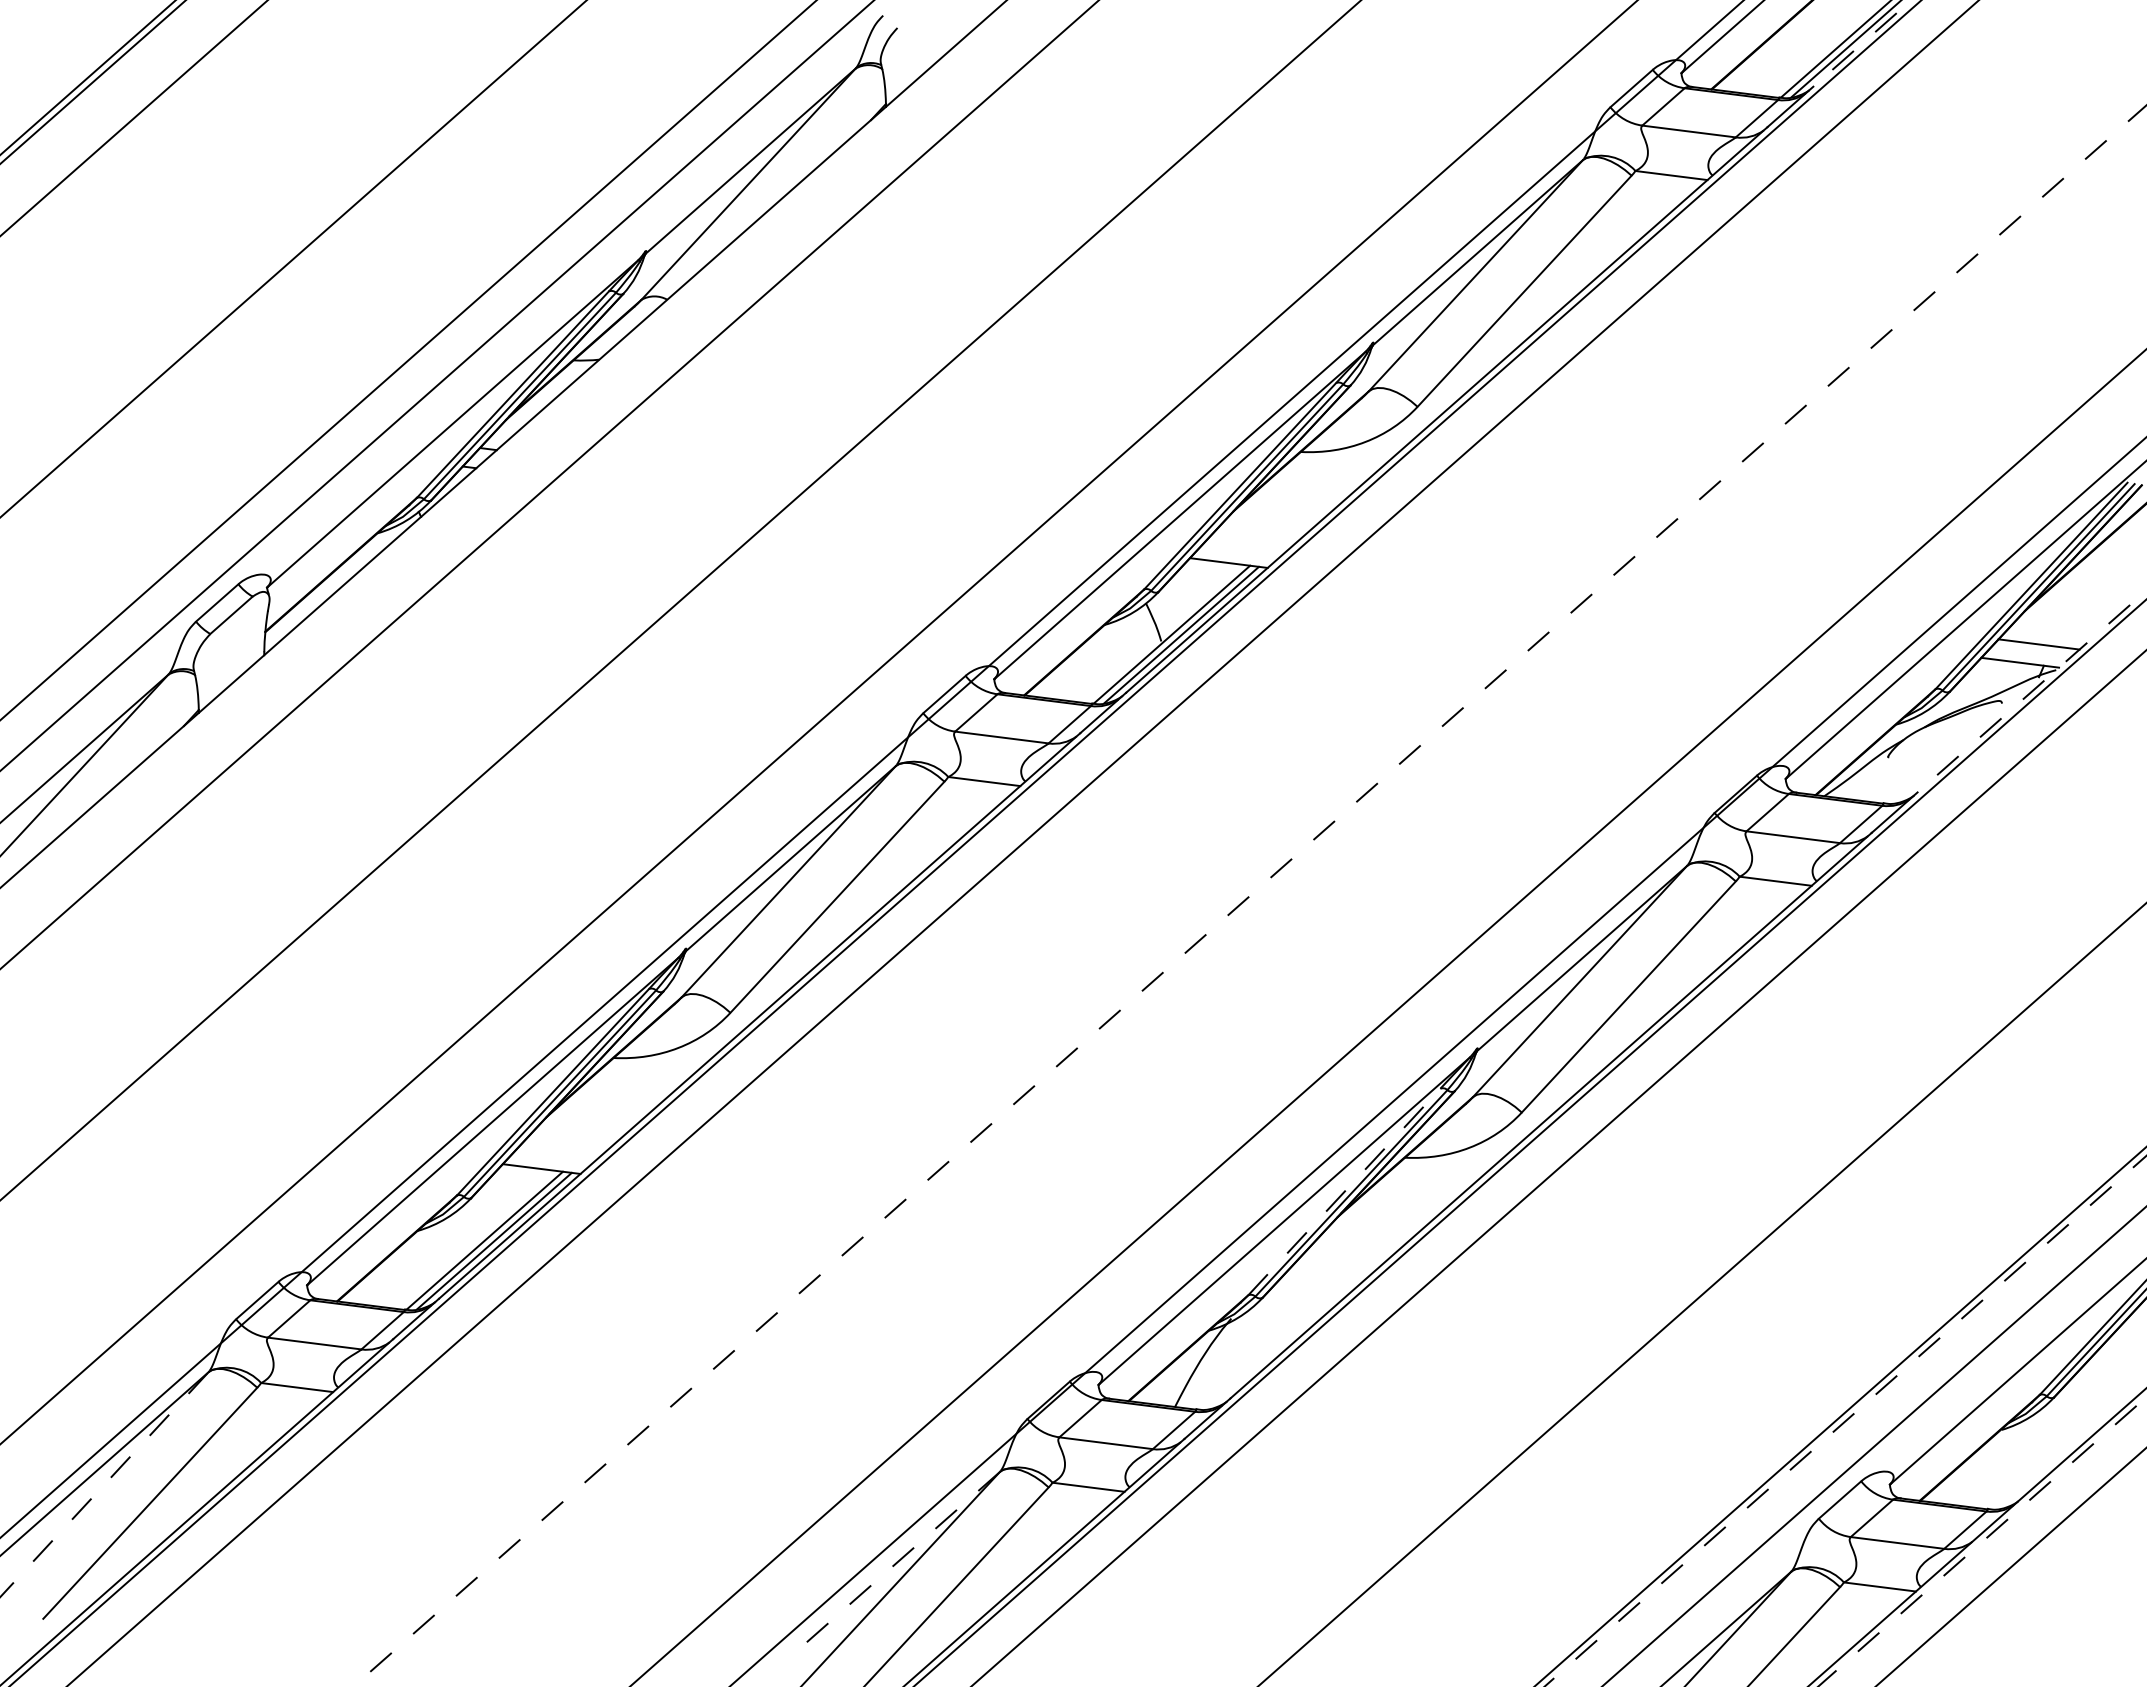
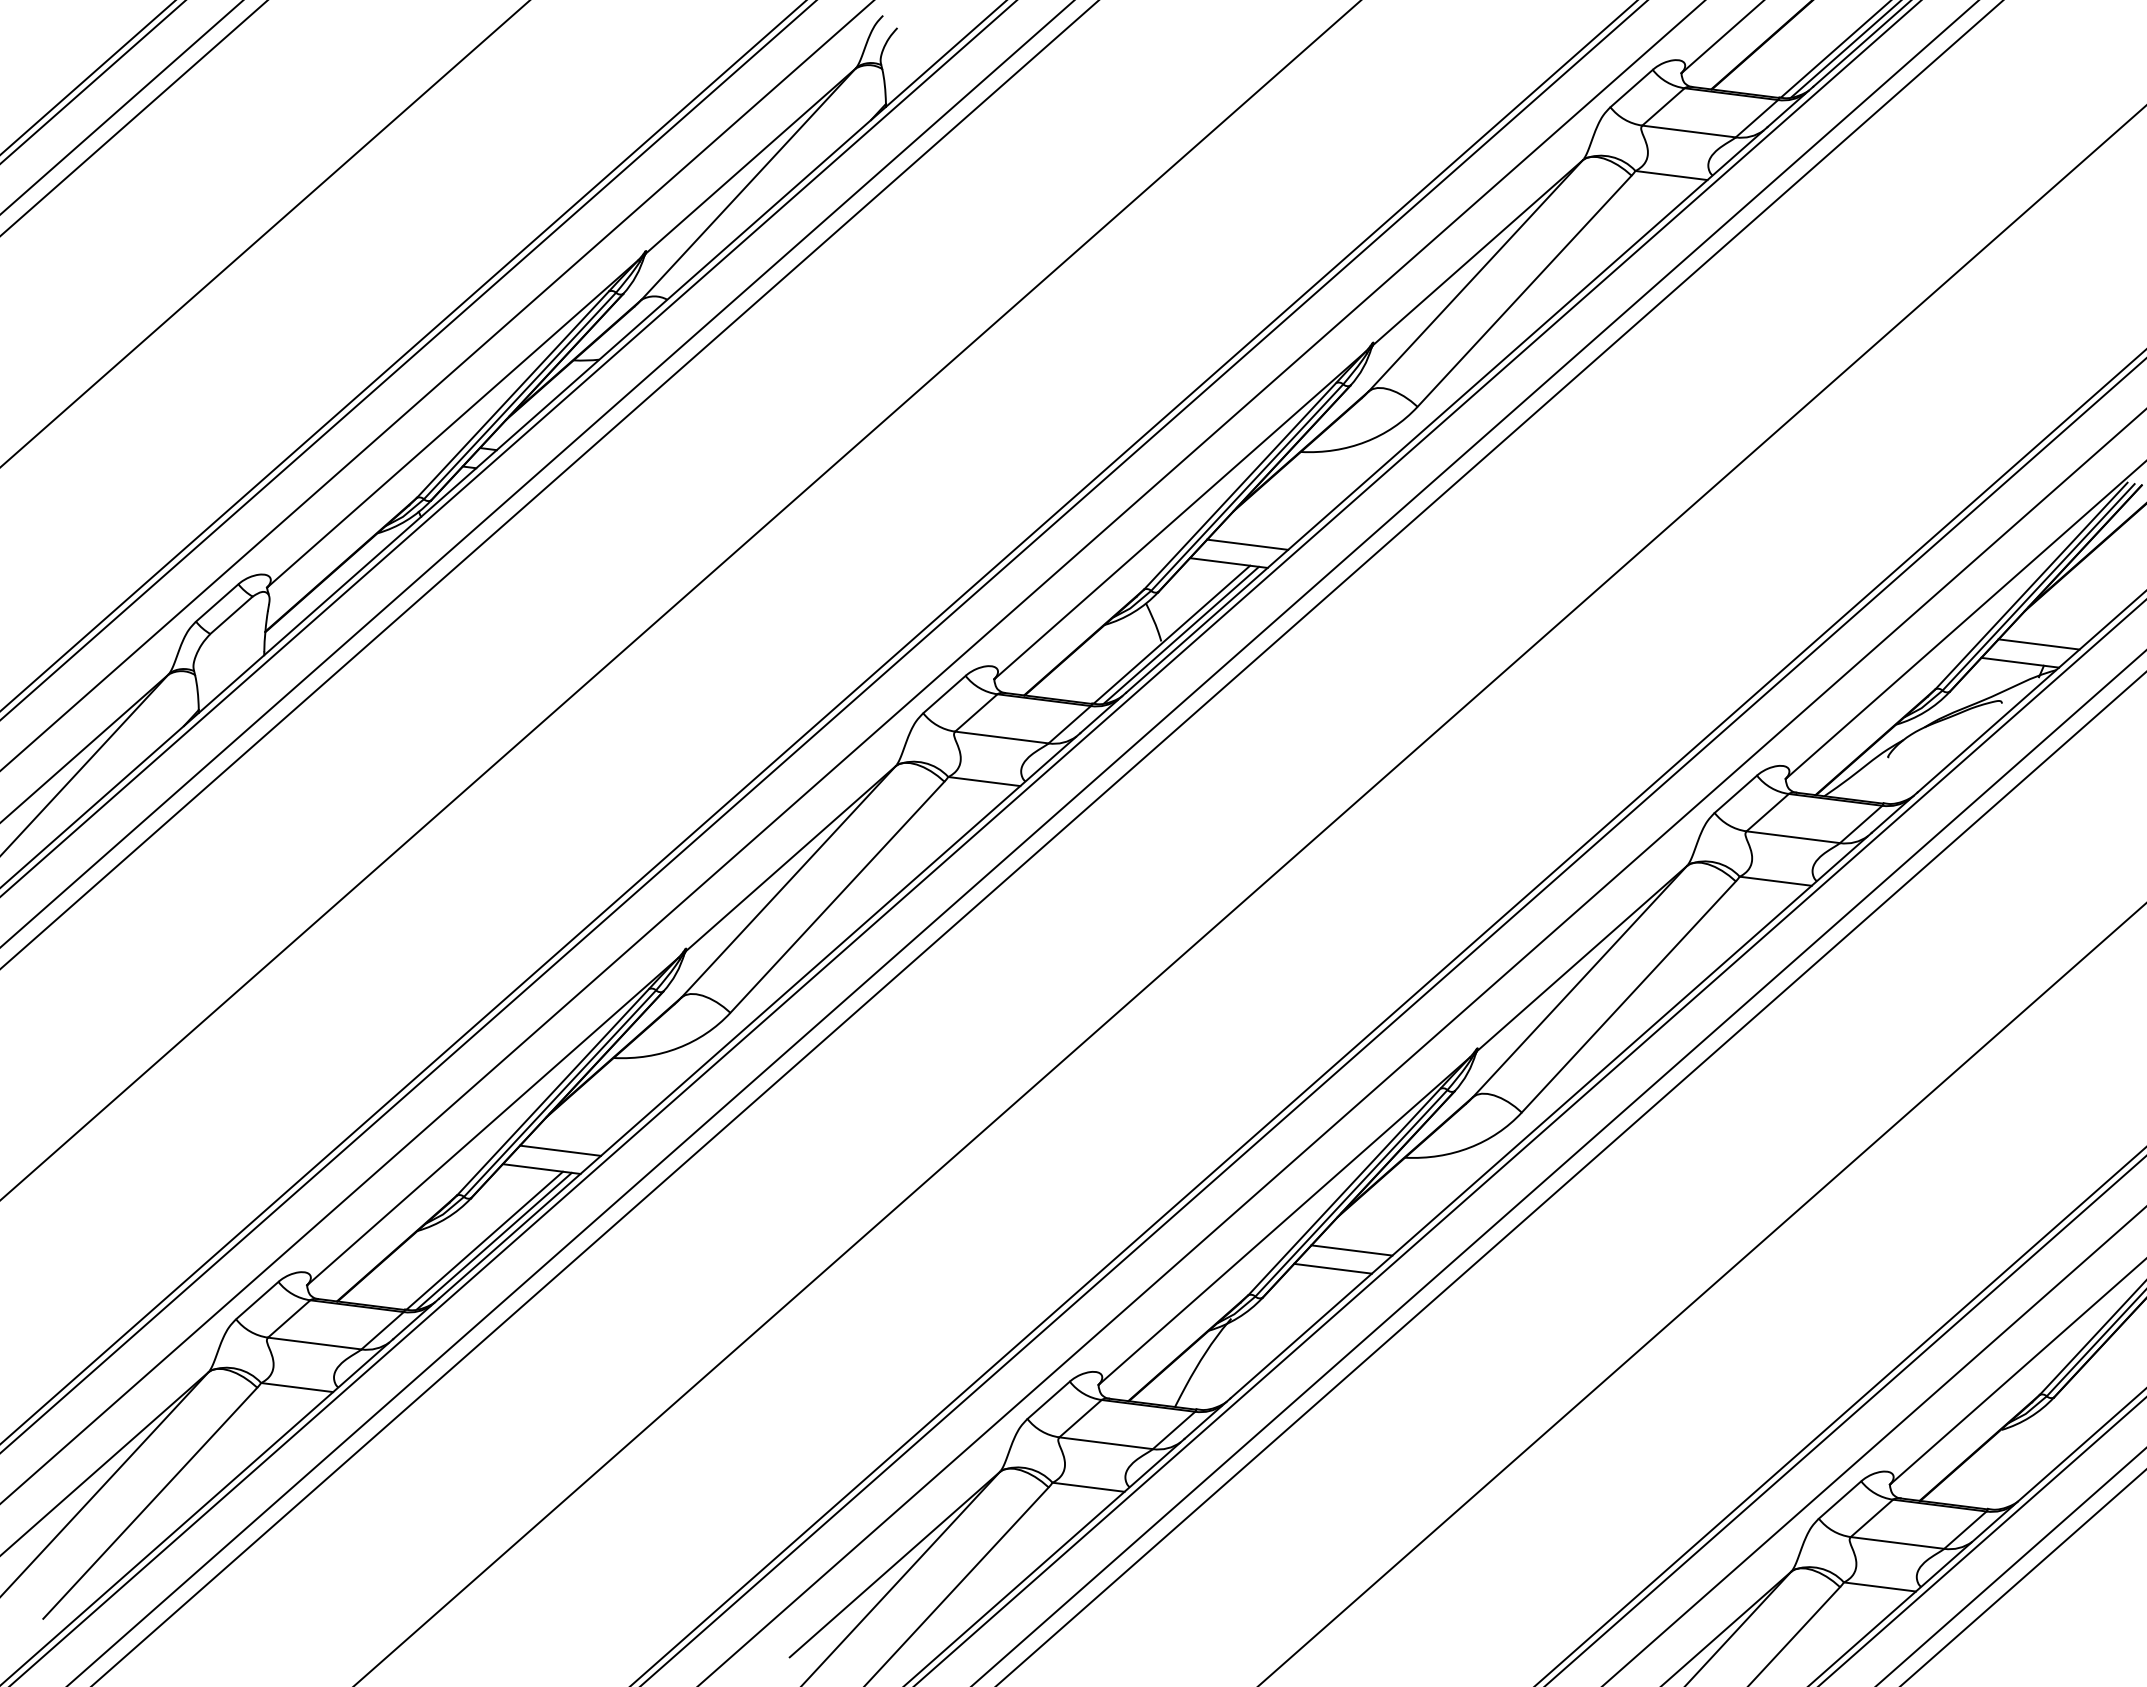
line at (1862, 43): dashed -> solid
line at (121, 107): none -> present
line at (293, 258) position: (293, 258) -> (264, 233)
line at (402, 355): none -> present
line at (508, 448): none -> present
line at (537, 473): none -> present
line at (1247, 544): none -> present
line at (2032, 691): dashed -> solid
line at (823, 726): none -> present
line at (871, 769) position: (871, 769) -> (852, 751)
line at (1047, 842): none -> present
line at (1250, 895): dashed -> solid
line at (1393, 1021): none -> present
line at (1437, 1061) position: (1437, 1061) -> (1421, 1047)
line at (560, 1150): none -> present
line at (1571, 1178): none -> present
line at (1344, 1191): dashed -> solid
line at (1351, 1250): none -> present
line at (1332, 1268): none -> present
line at (1845, 1421): dashed -> solid
line at (104, 1484): dashed -> solid
line at (1982, 1542): dashed -> solid
line at (894, 1565): dashed -> solid
line at (2023, 1577): none -> present
